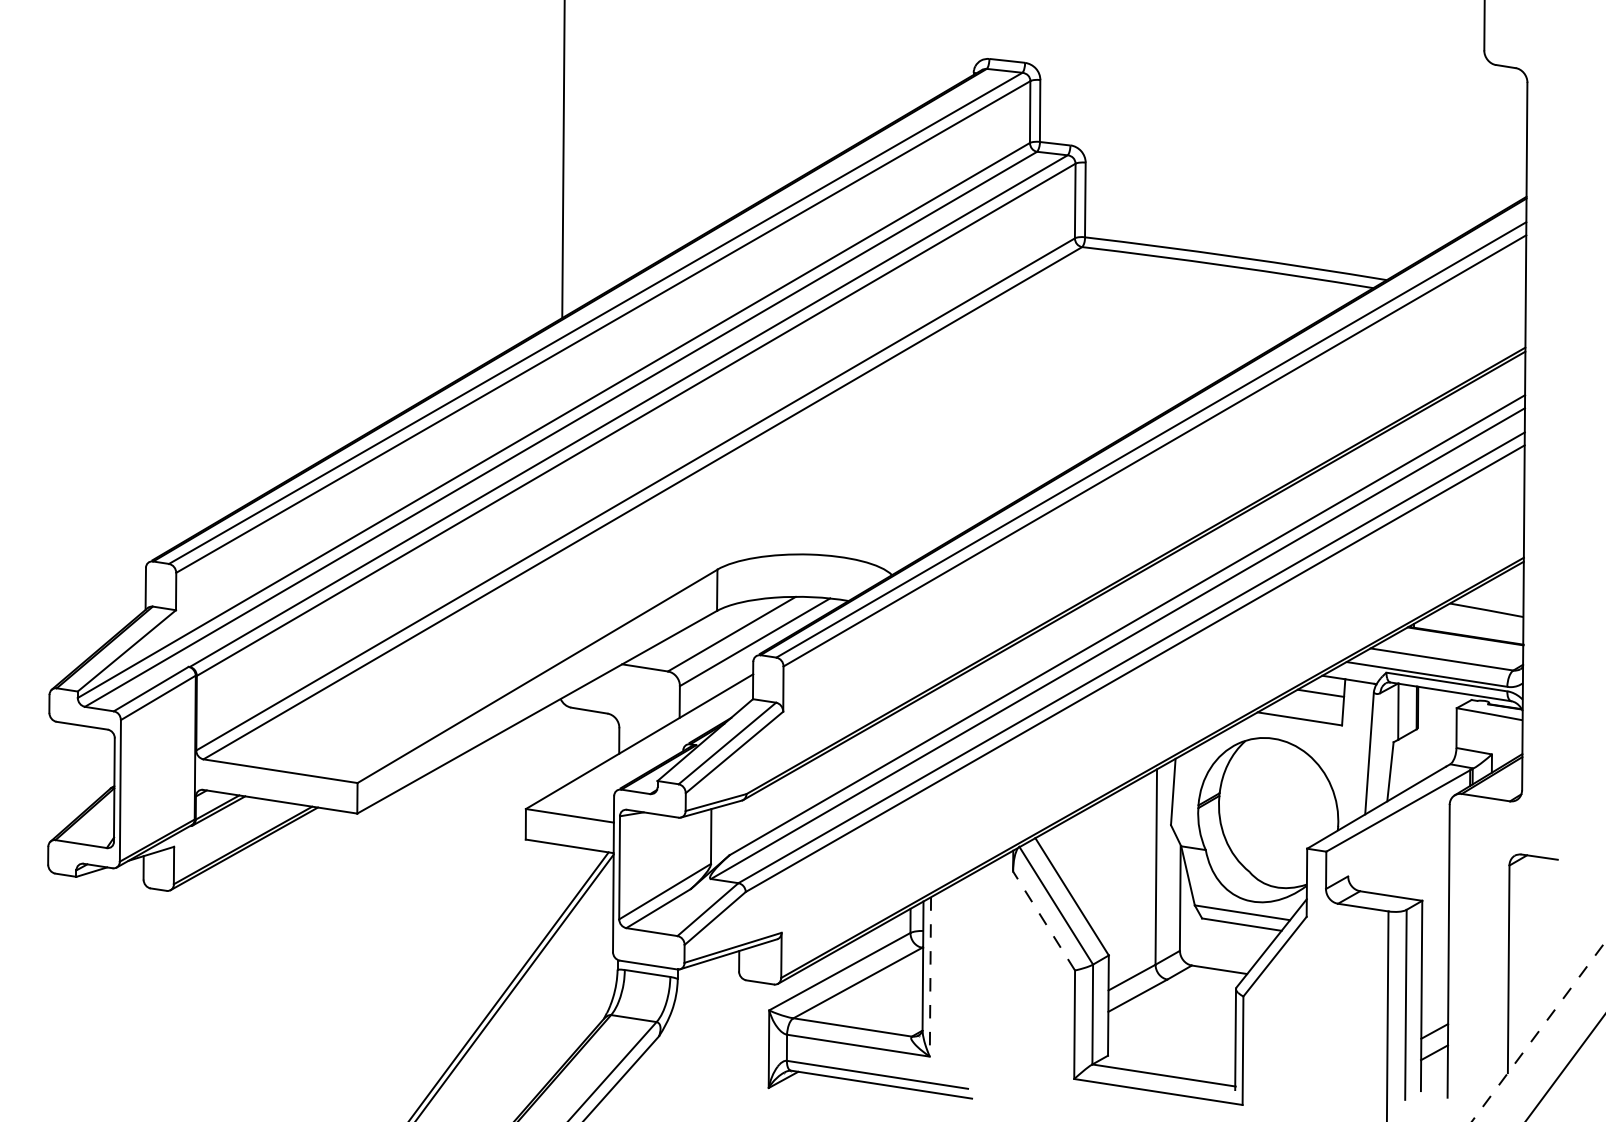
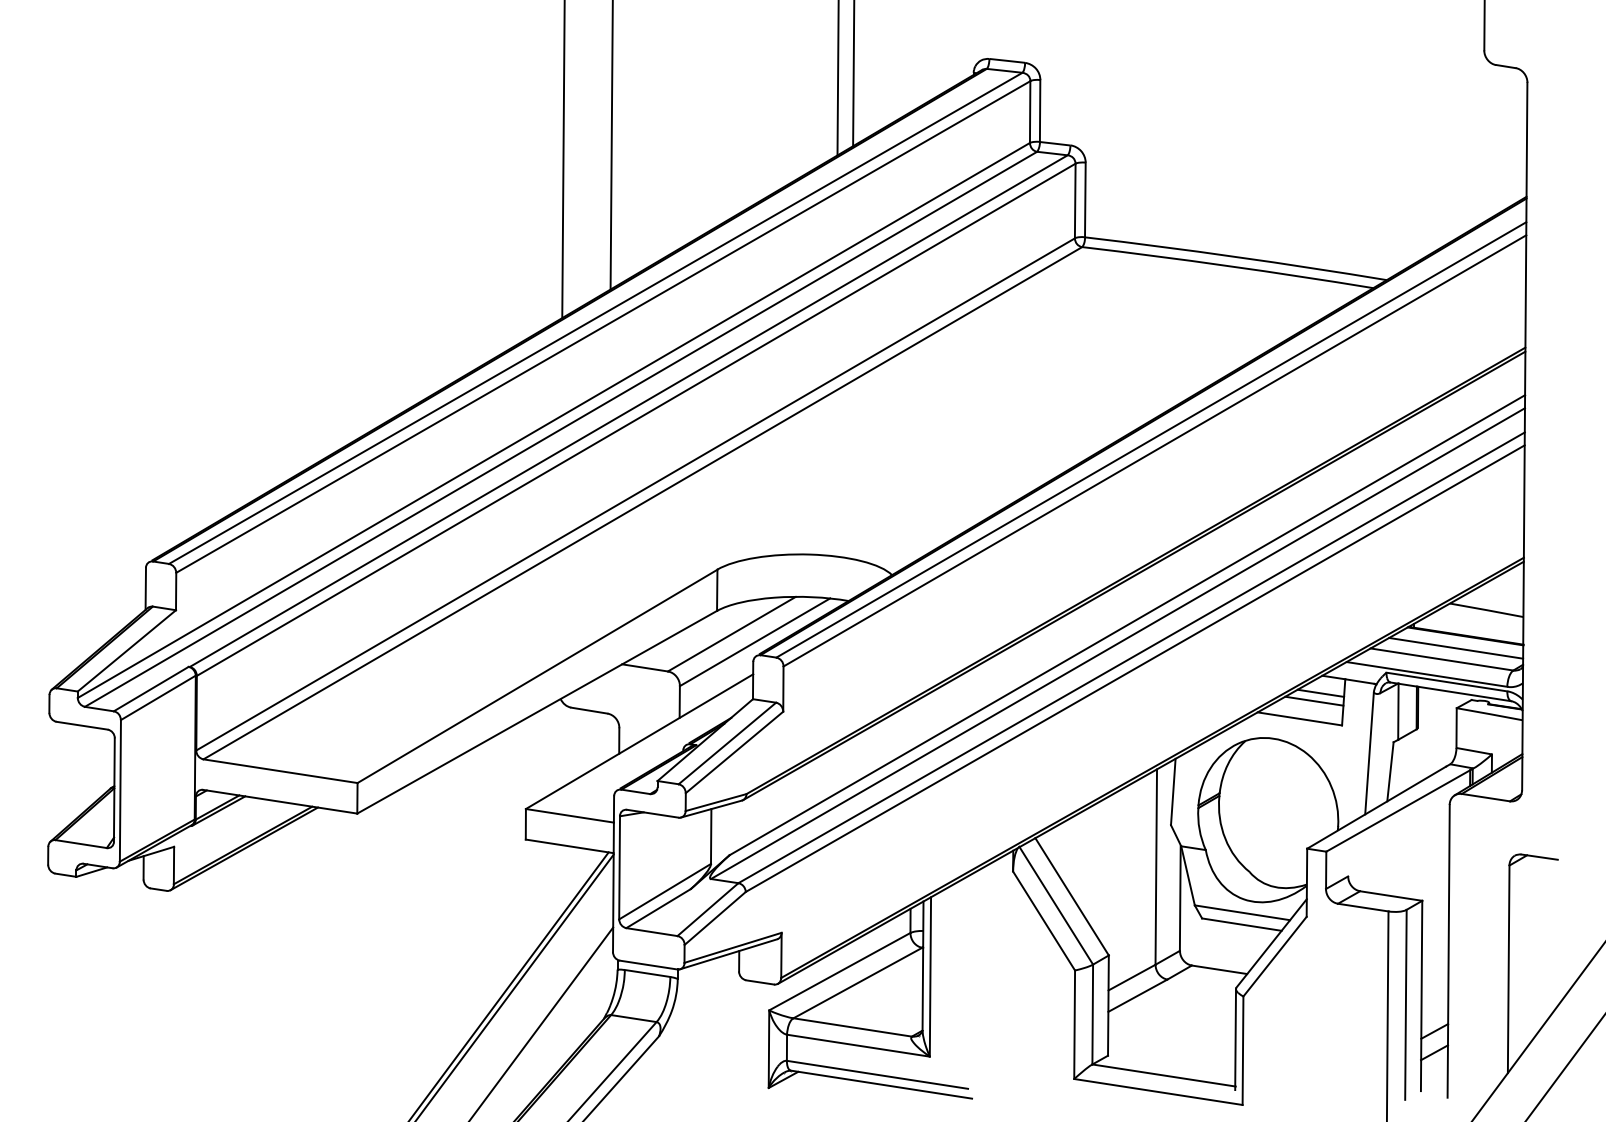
line at (853, 74): none -> present
line at (837, 78): none -> present
line at (611, 145): none -> present
line at (1456, 647): none -> present
line at (1314, 700): none -> present
line at (1043, 920): dashed -> solid
line at (930, 976): dashed -> solid
line at (542, 1022): none -> present
line at (1538, 1031): dashed -> solid
